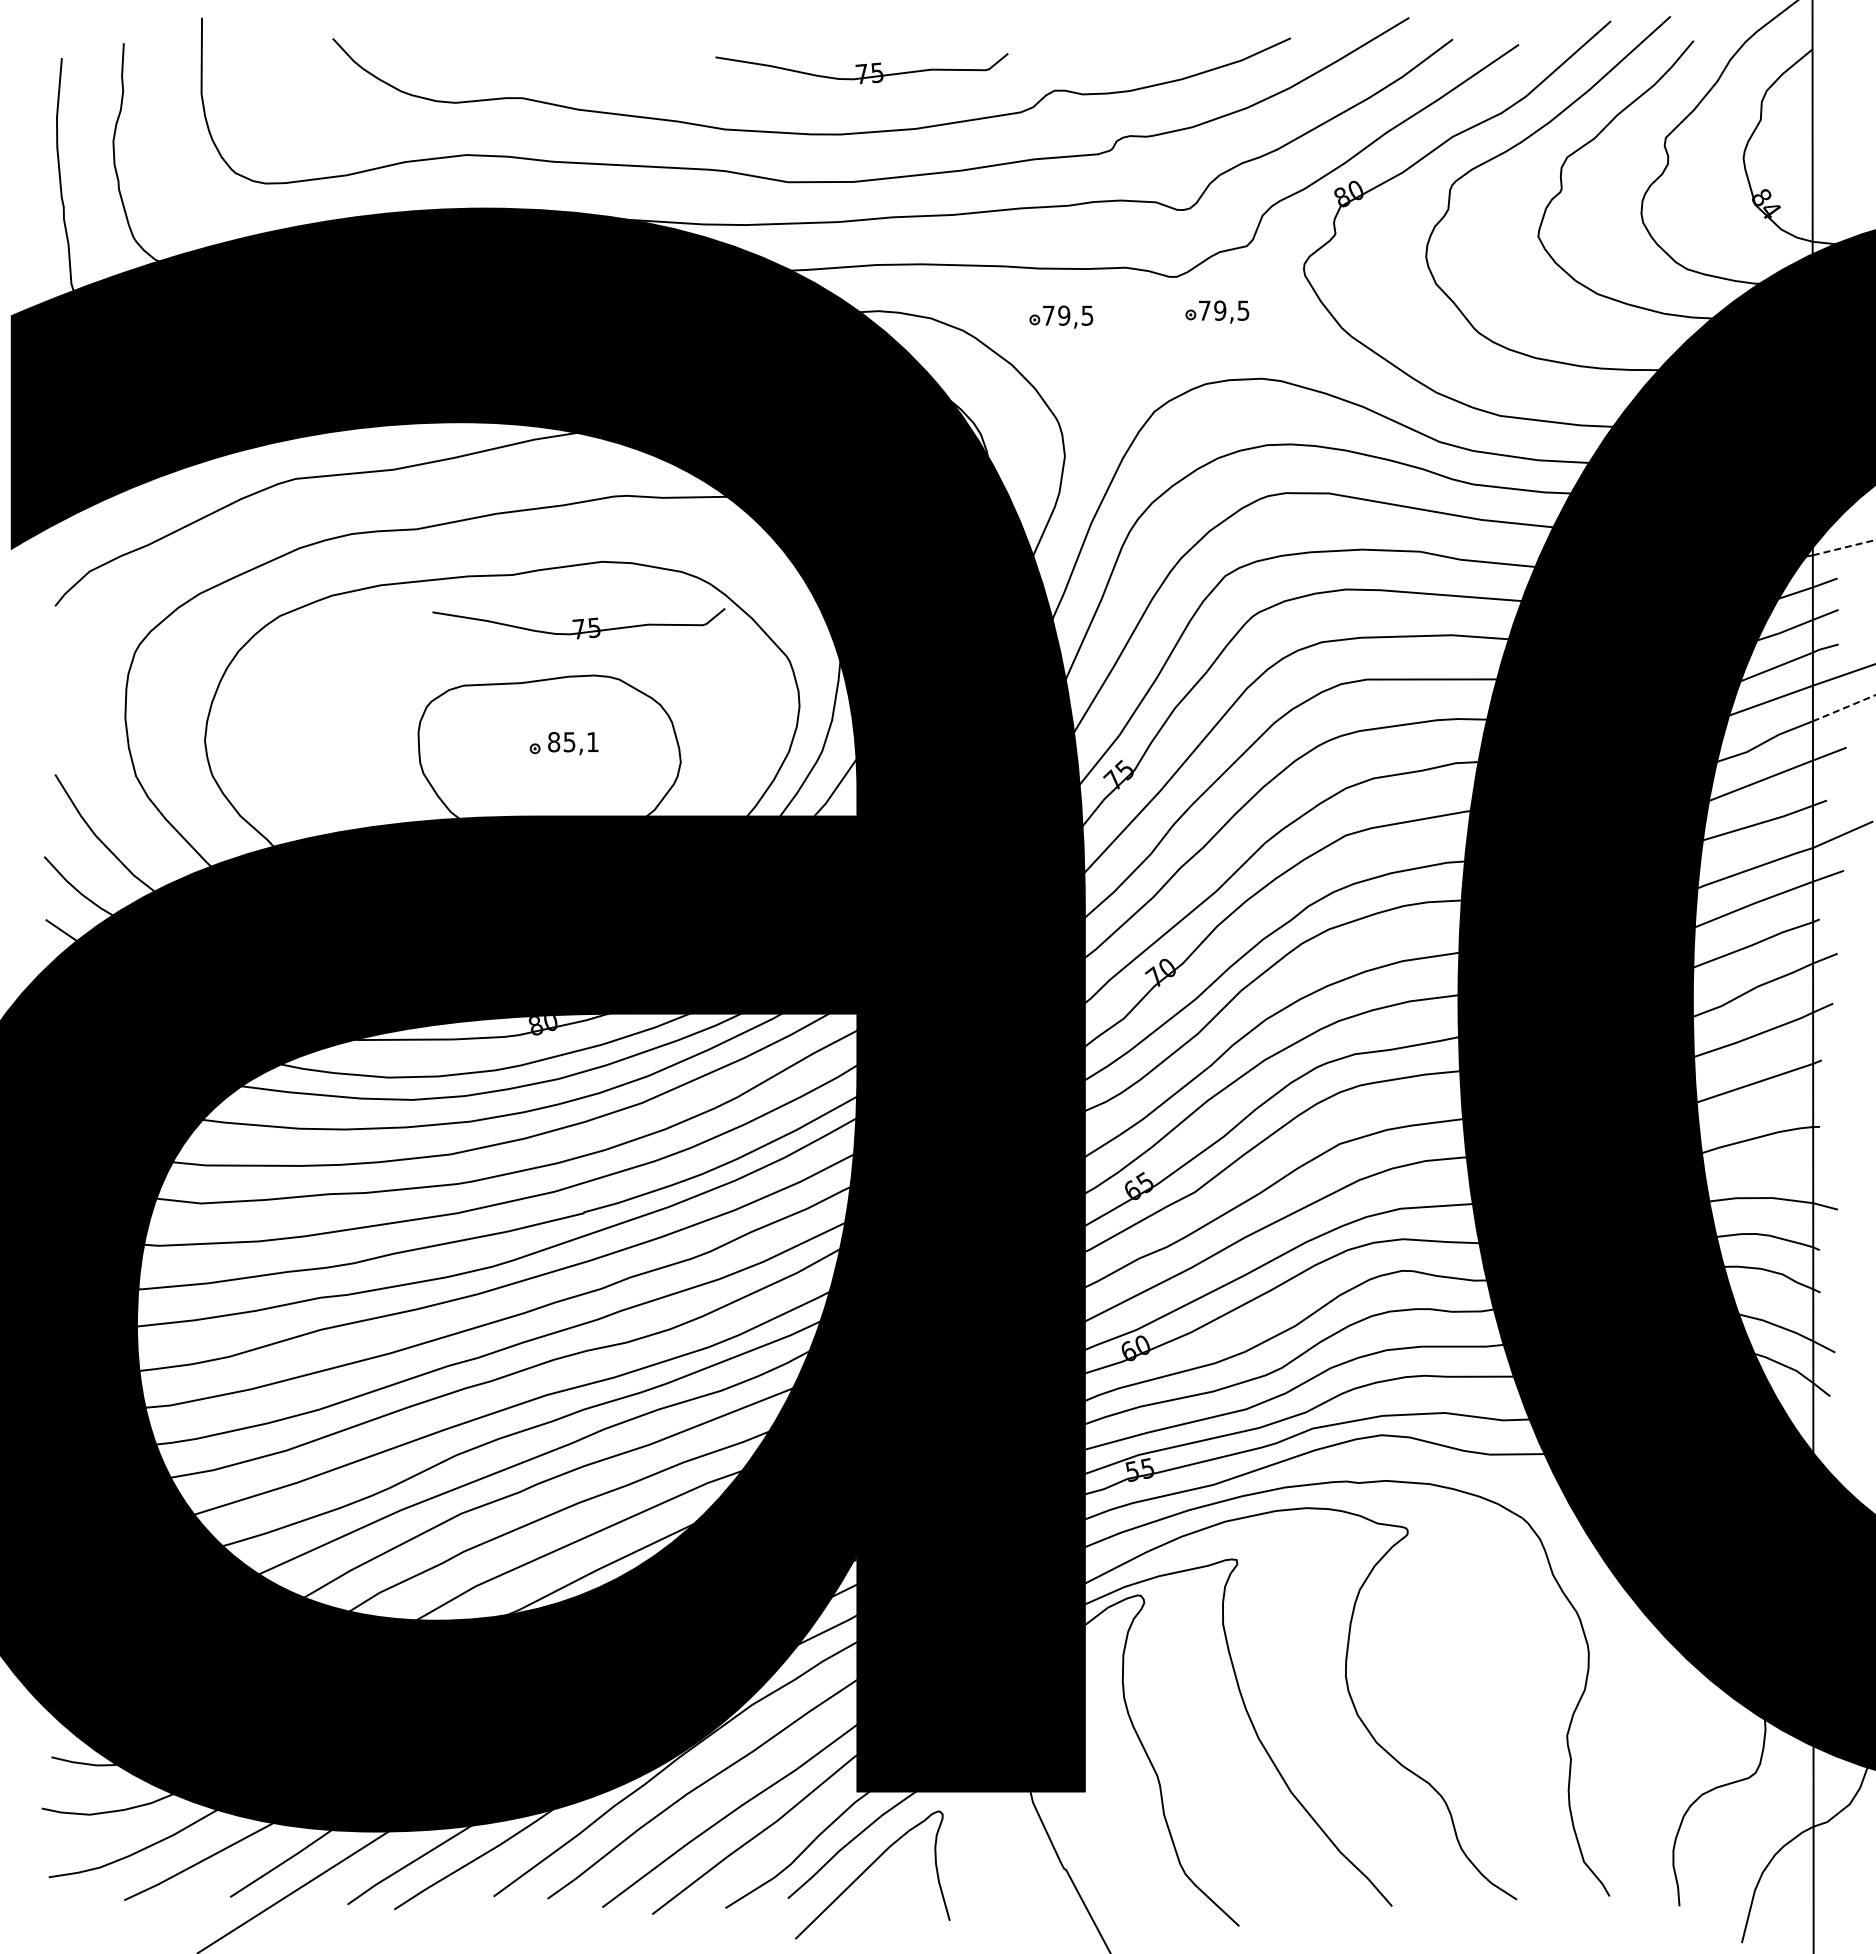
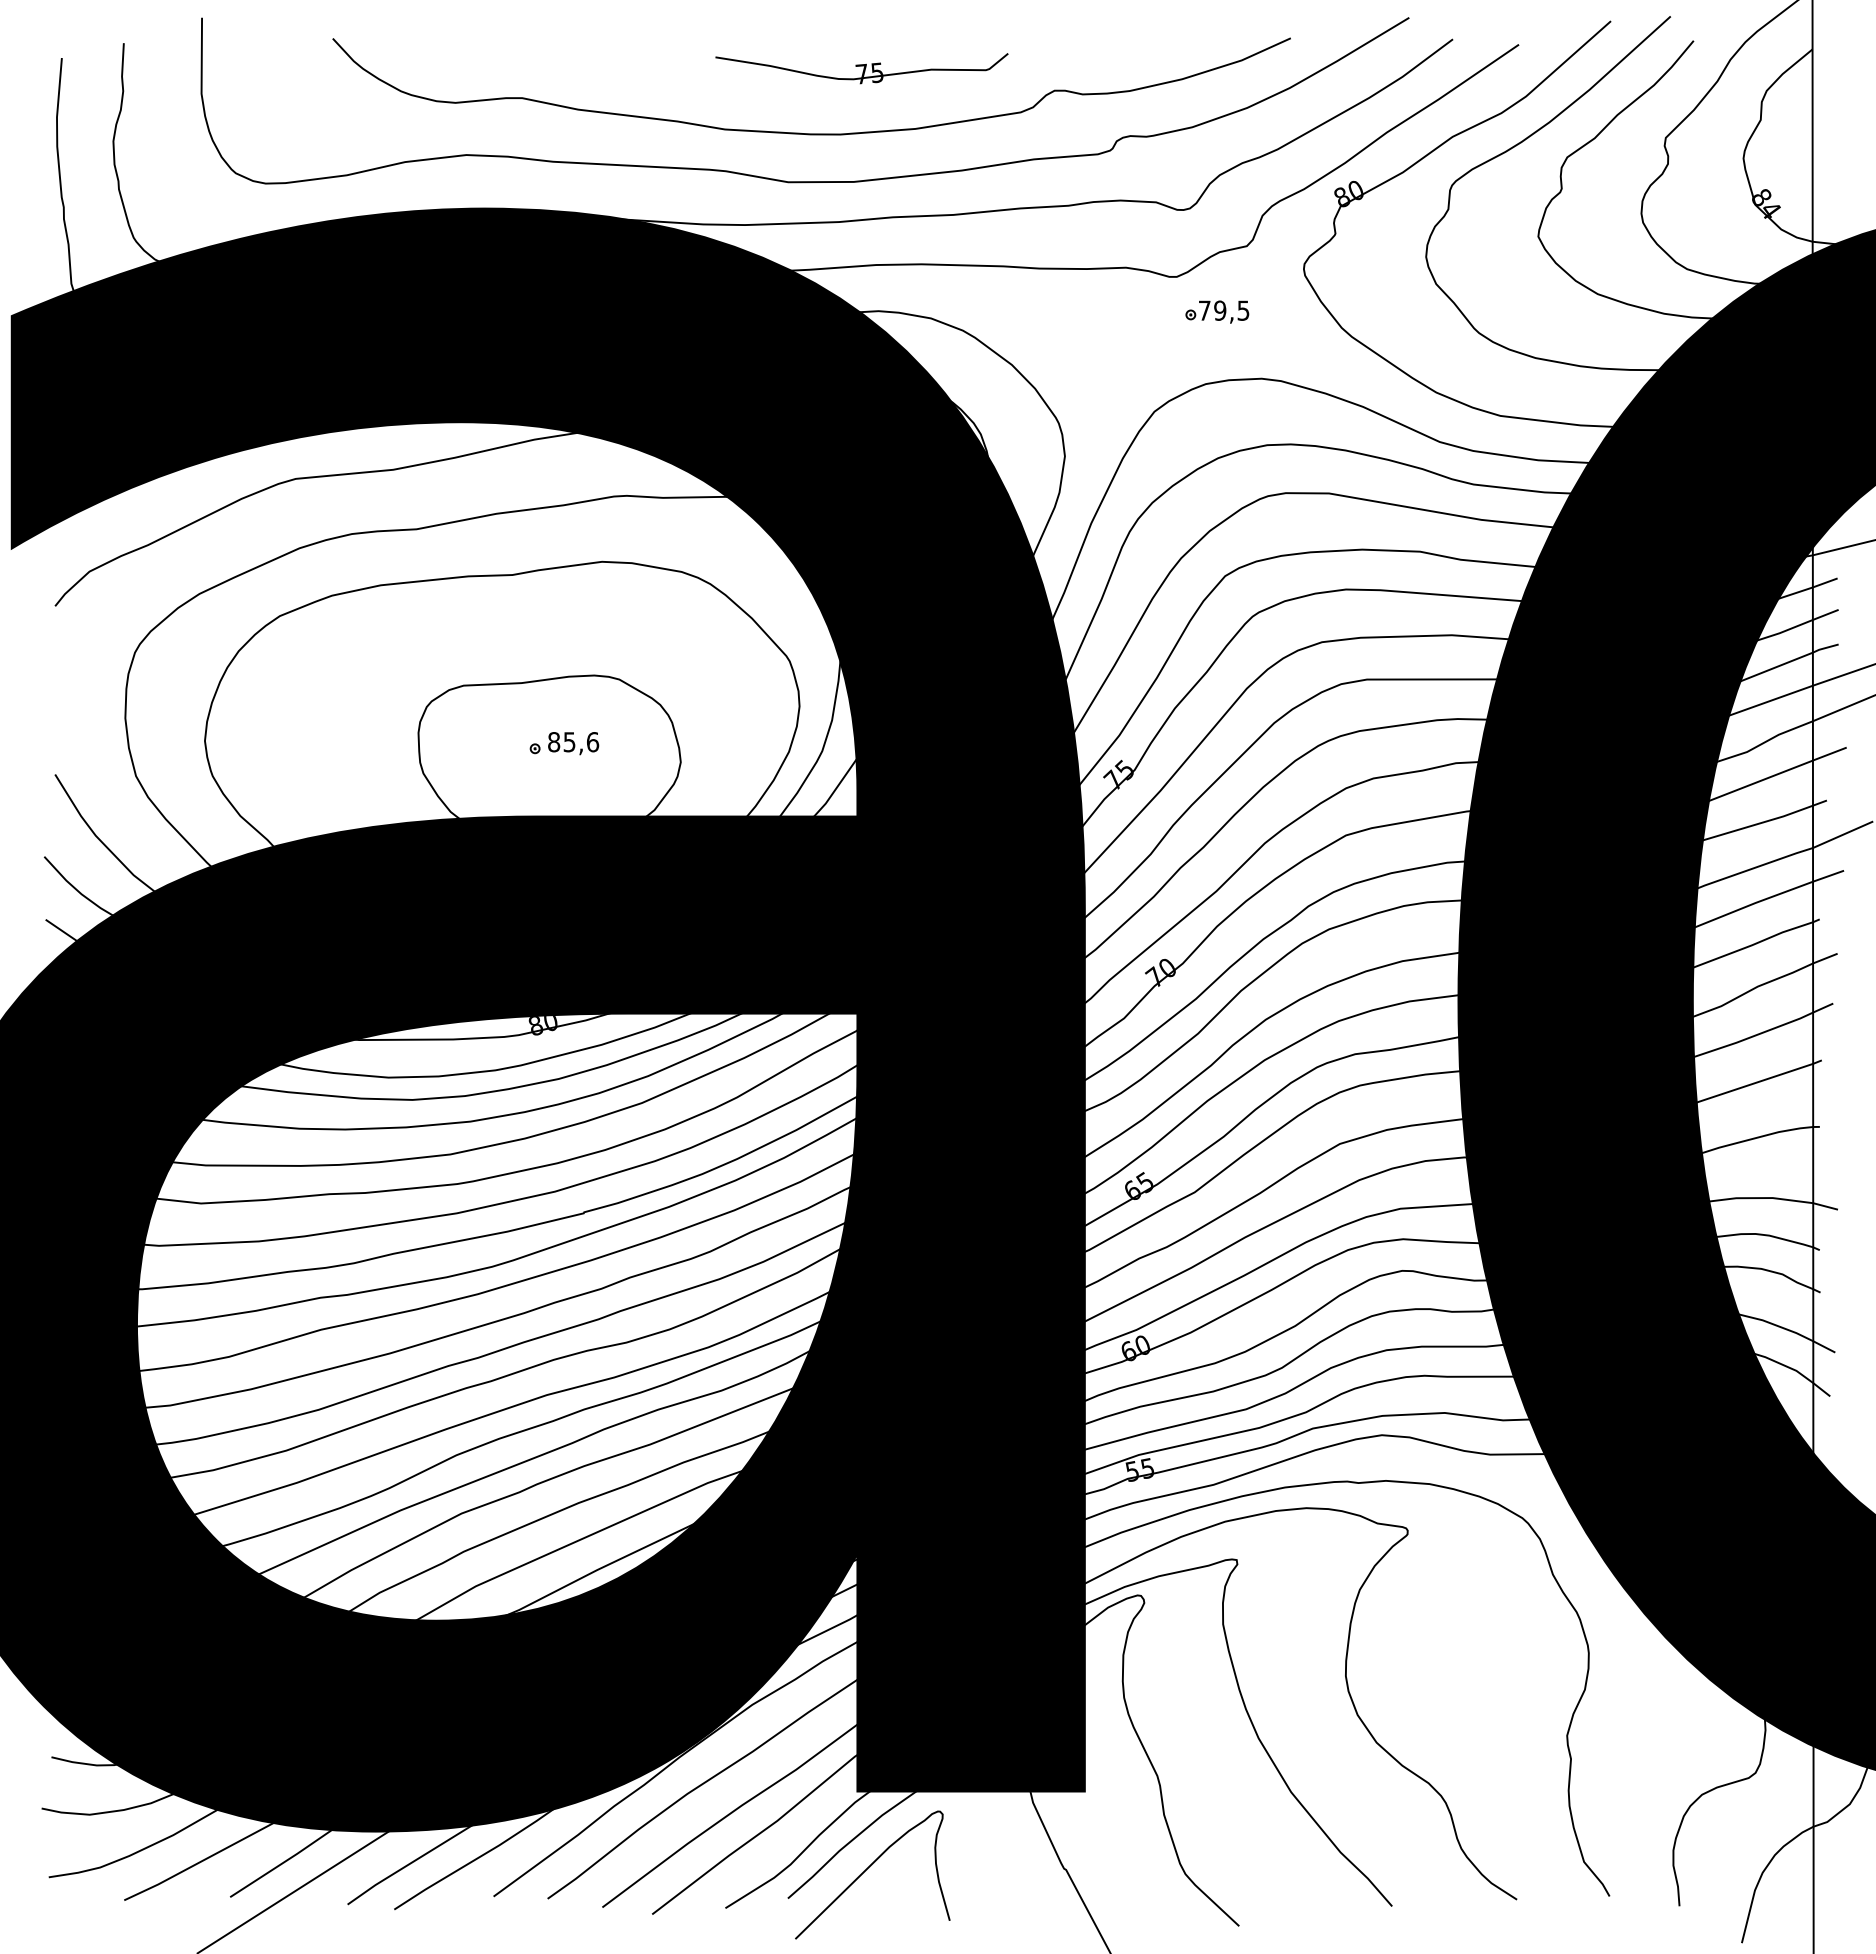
part at (1061, 316): present -> none
line at (1844, 547): dashed -> solid
part at (578, 623): present -> none
line at (1844, 708): dashed -> solid
text at (593, 742): 85,1 -> 85,6
